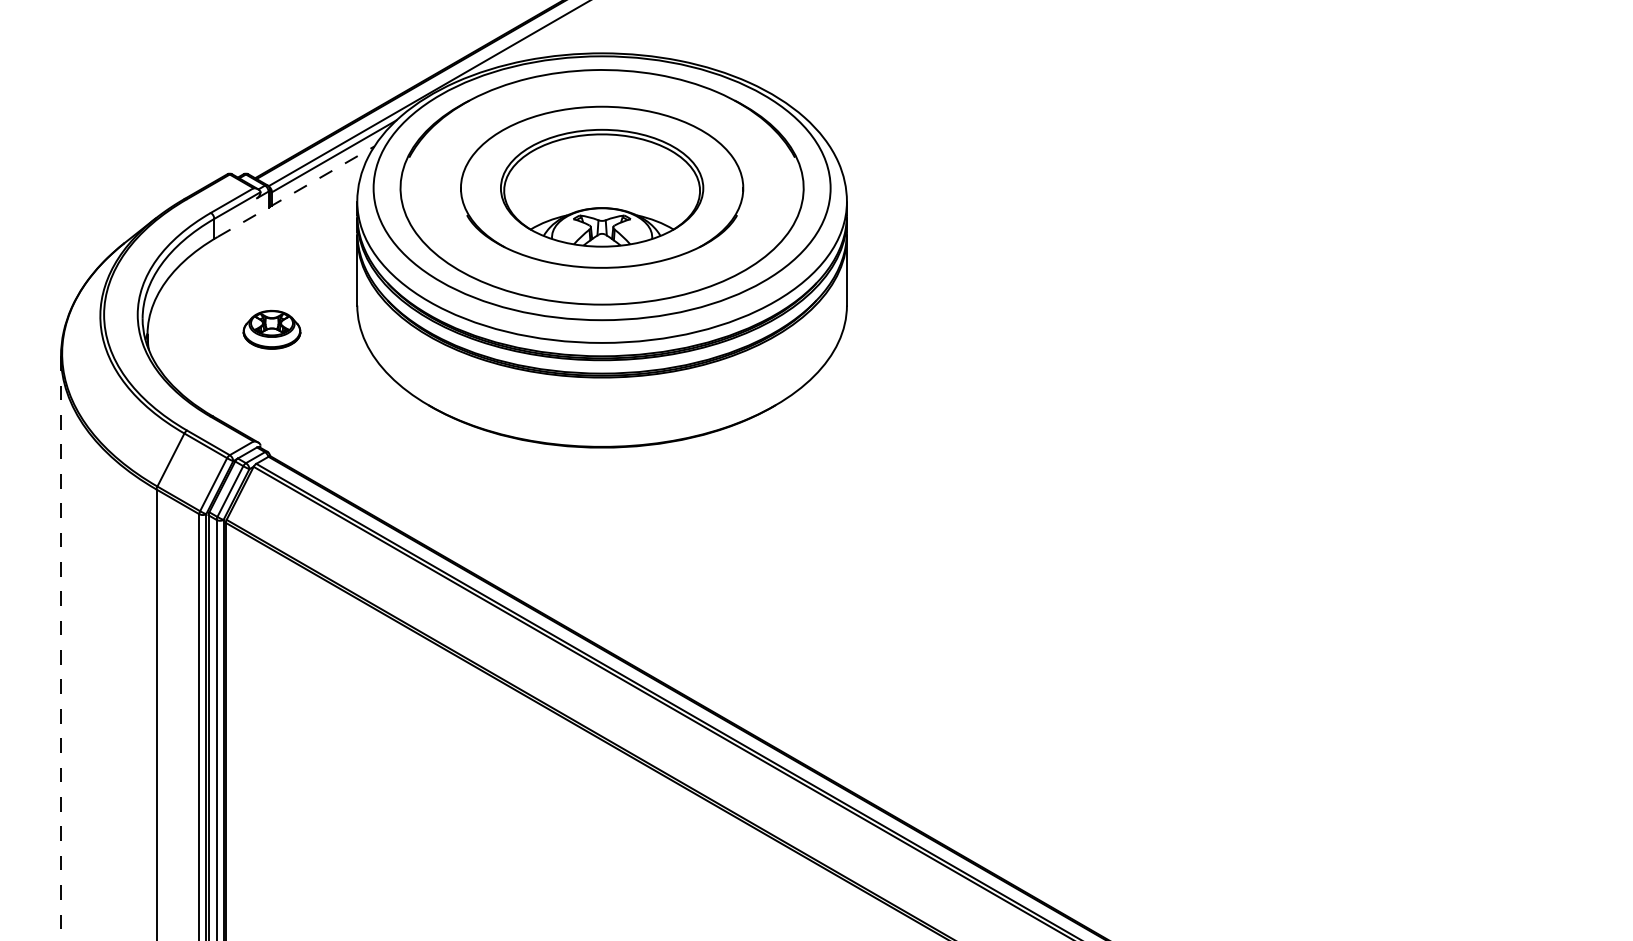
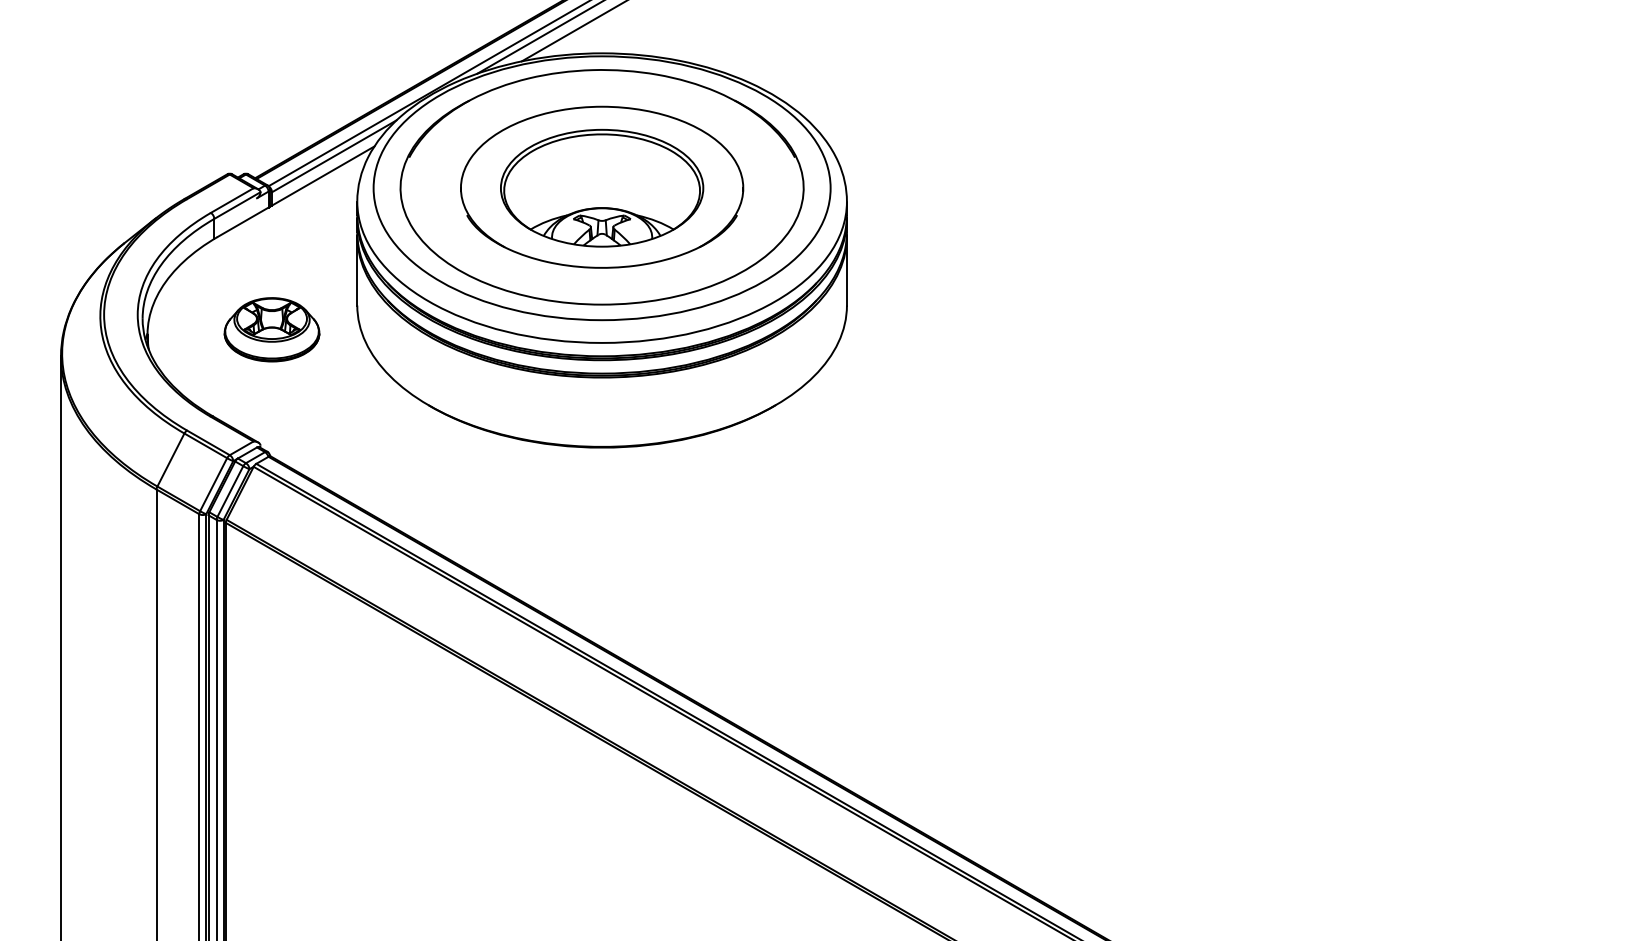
line at (572, 31): none -> present
line at (539, 37): none -> present
line at (296, 191): dashed -> solid
part at (271, 329) size: 60x41 px -> 98x66 px
line at (61, 648): dashed -> solid
